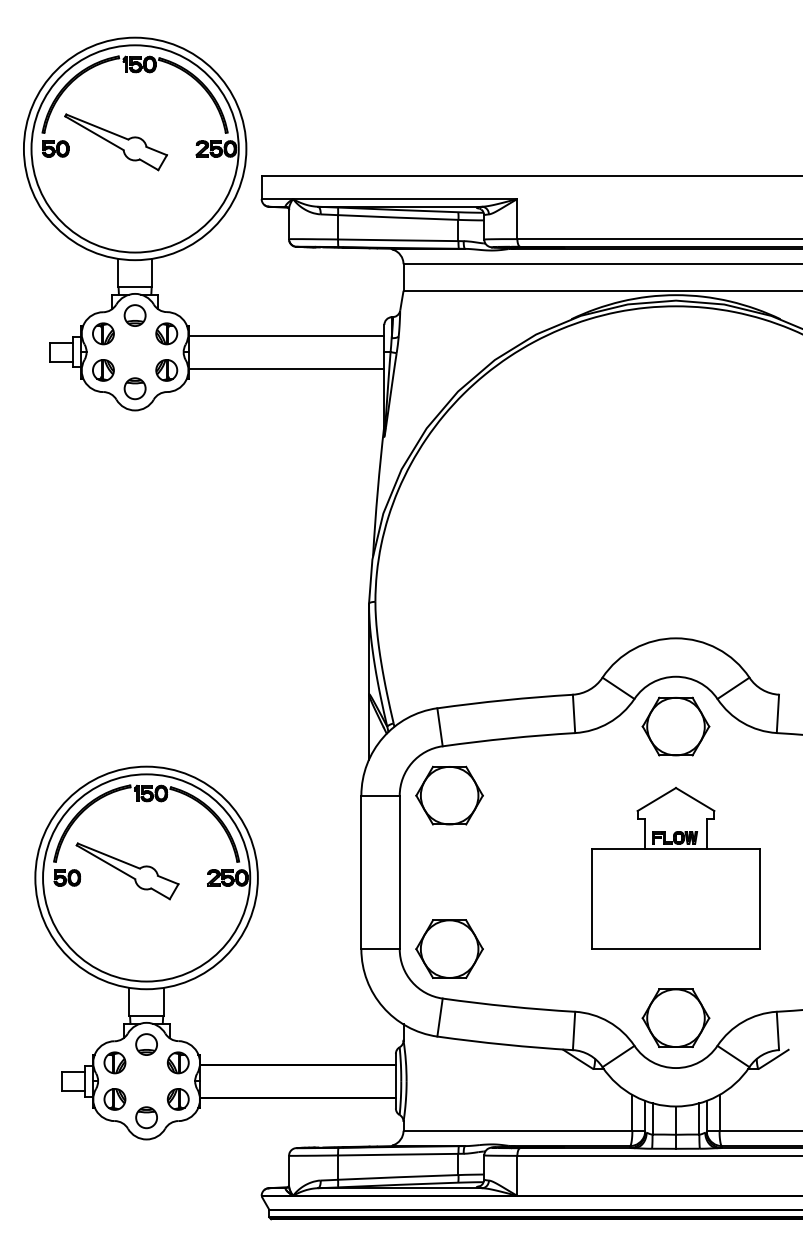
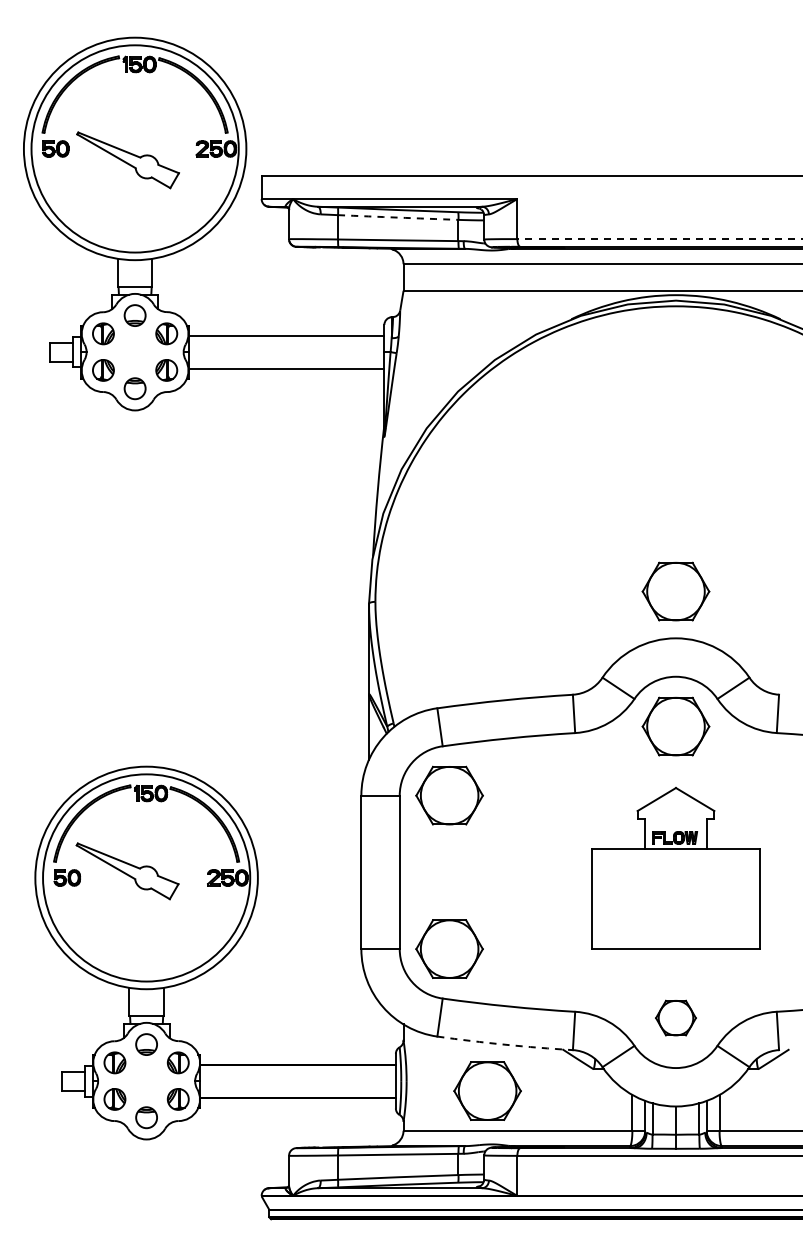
part at (115, 142) position: (115, 142) -> (127, 160)
arc at (398, 217): solid -> dashed
line at (660, 239): solid -> dashed
part at (675, 591): none -> present
part at (675, 1017) size: 70x60 px -> 42x38 px
arc at (505, 1044): solid -> dashed
part at (487, 1090): none -> present
